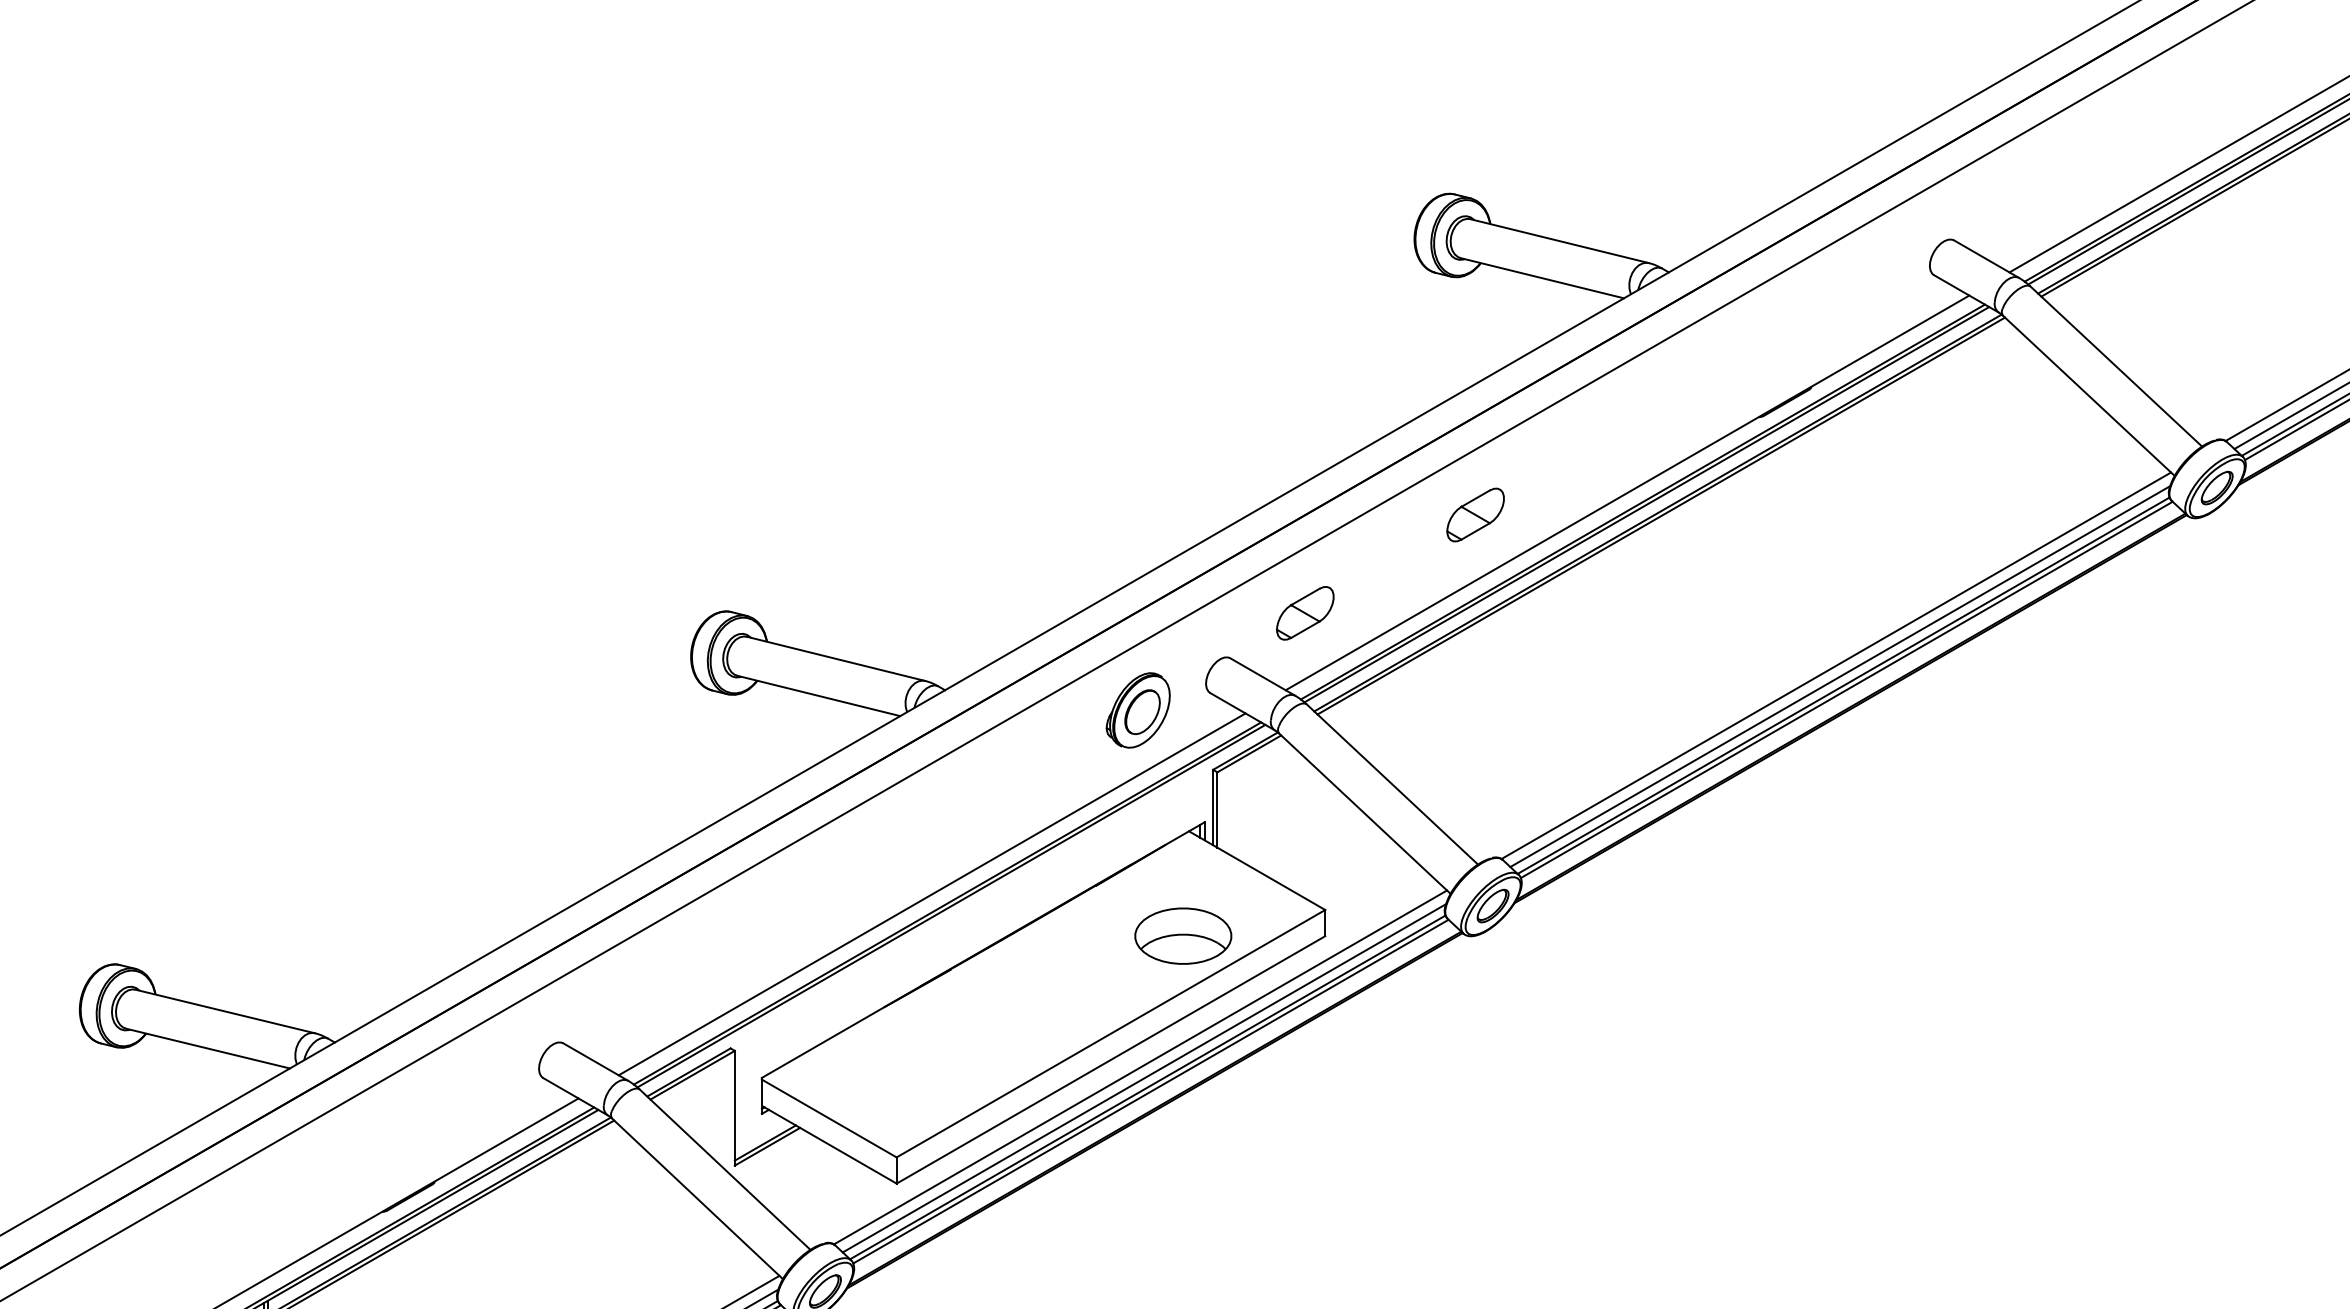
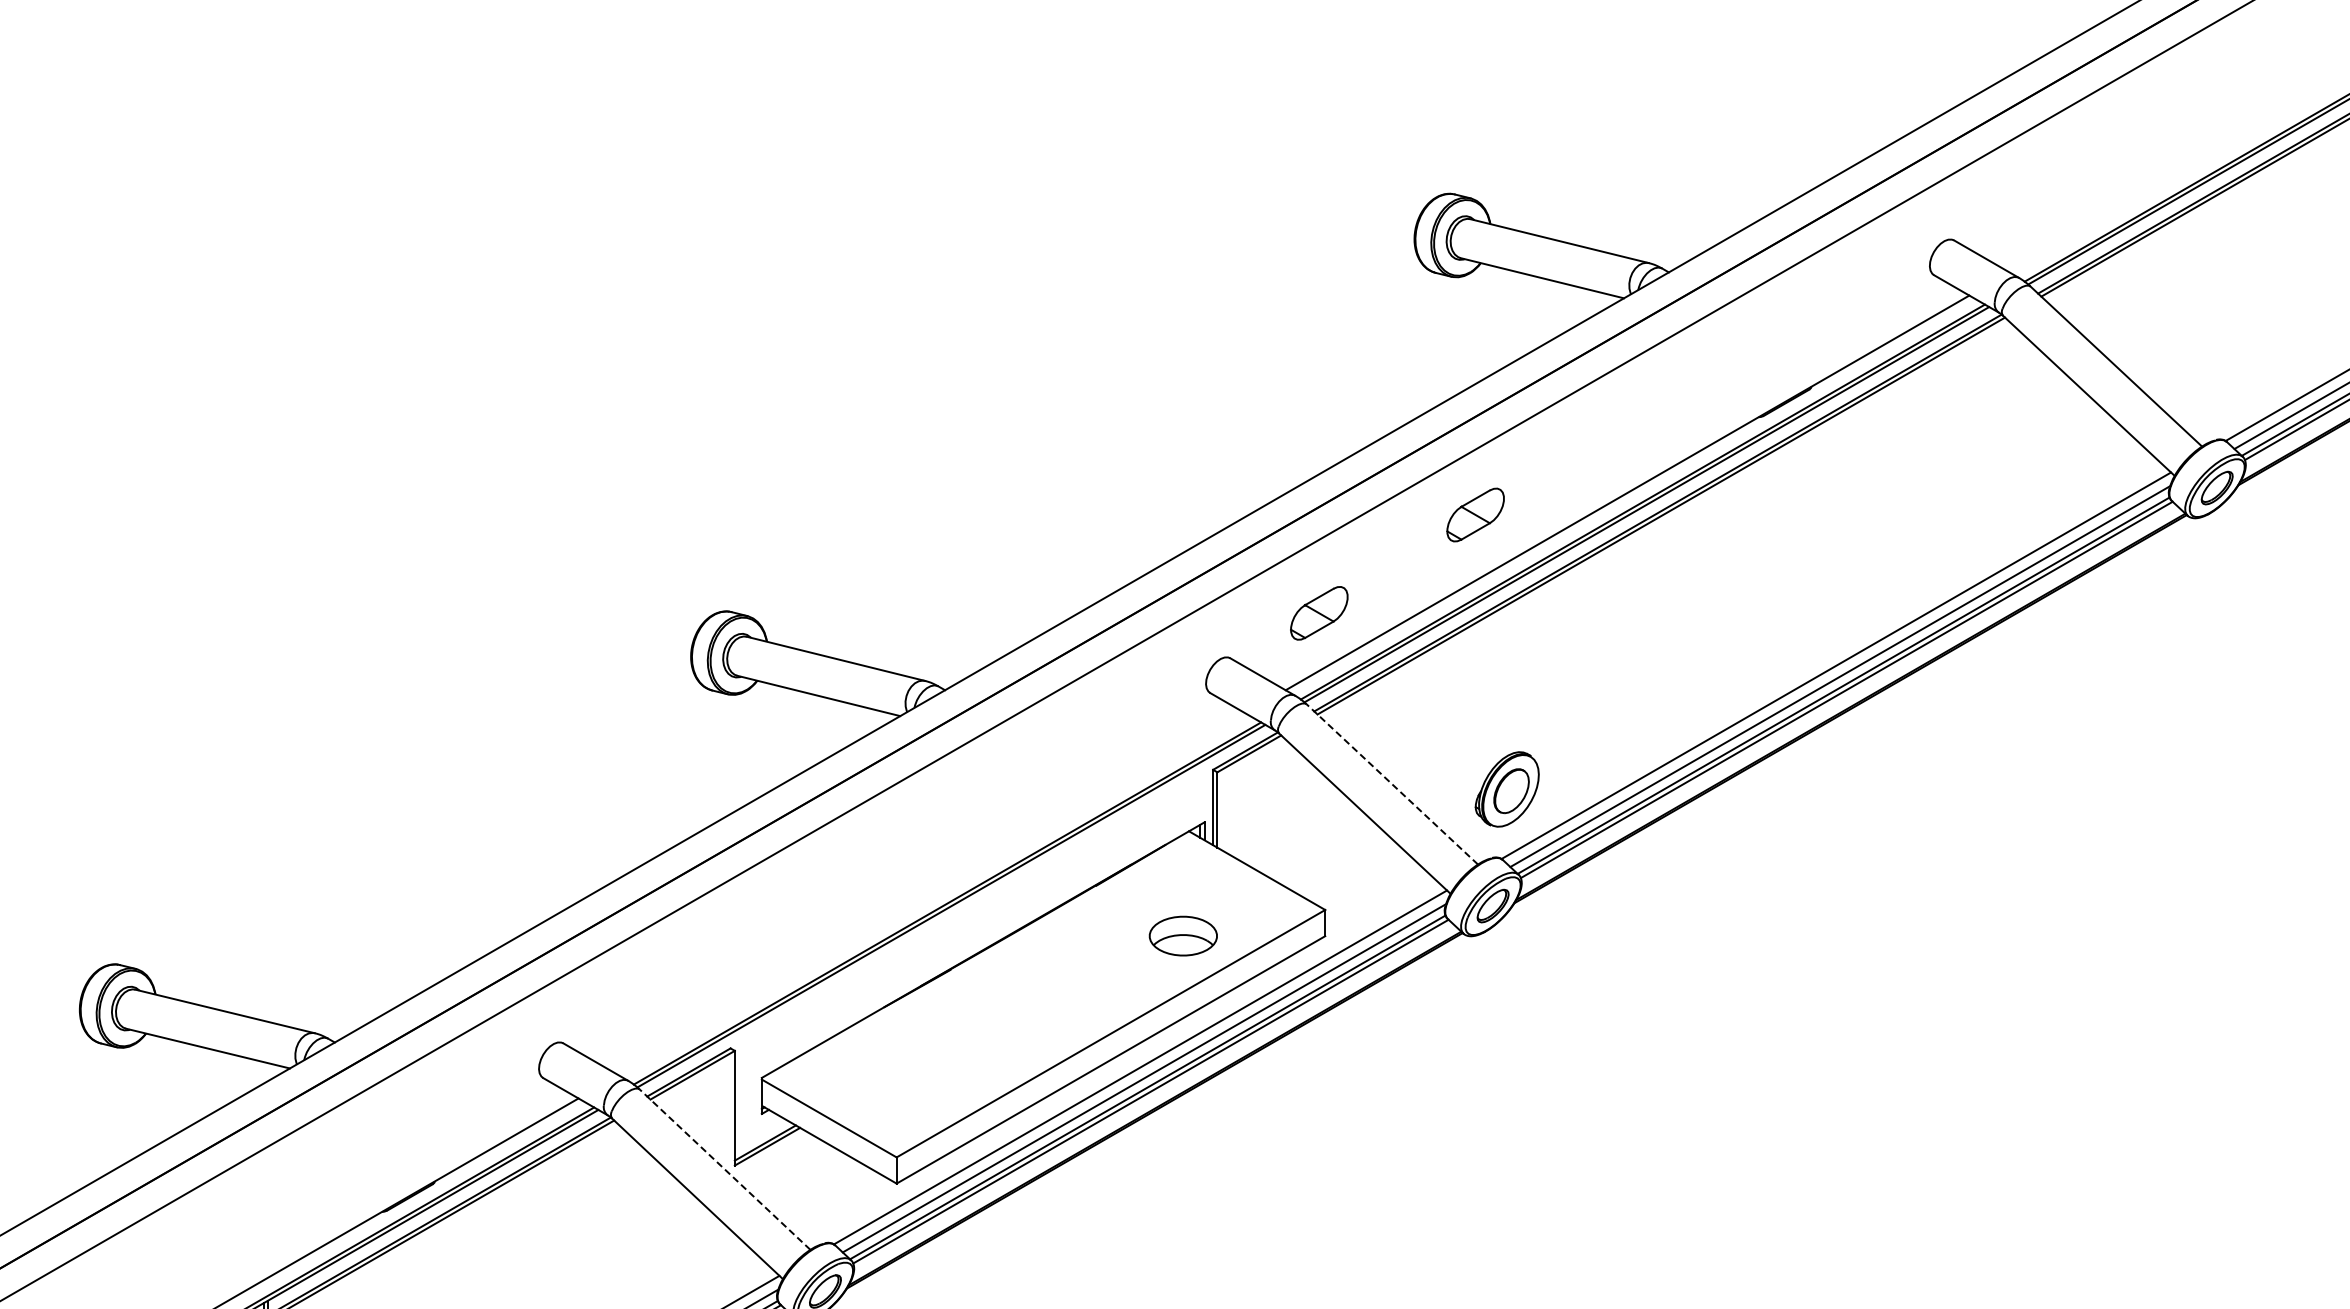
line at (2177, 174): present -> none
part at (1305, 613) position: (1305, 613) -> (1319, 613)
part at (1137, 710) position: (1137, 710) -> (1506, 789)
line at (1392, 784): solid -> dashed
line at (931, 894): present -> none
part at (1183, 935) size: 99x58 px -> 70x42 px
line at (724, 1169): solid -> dashed
